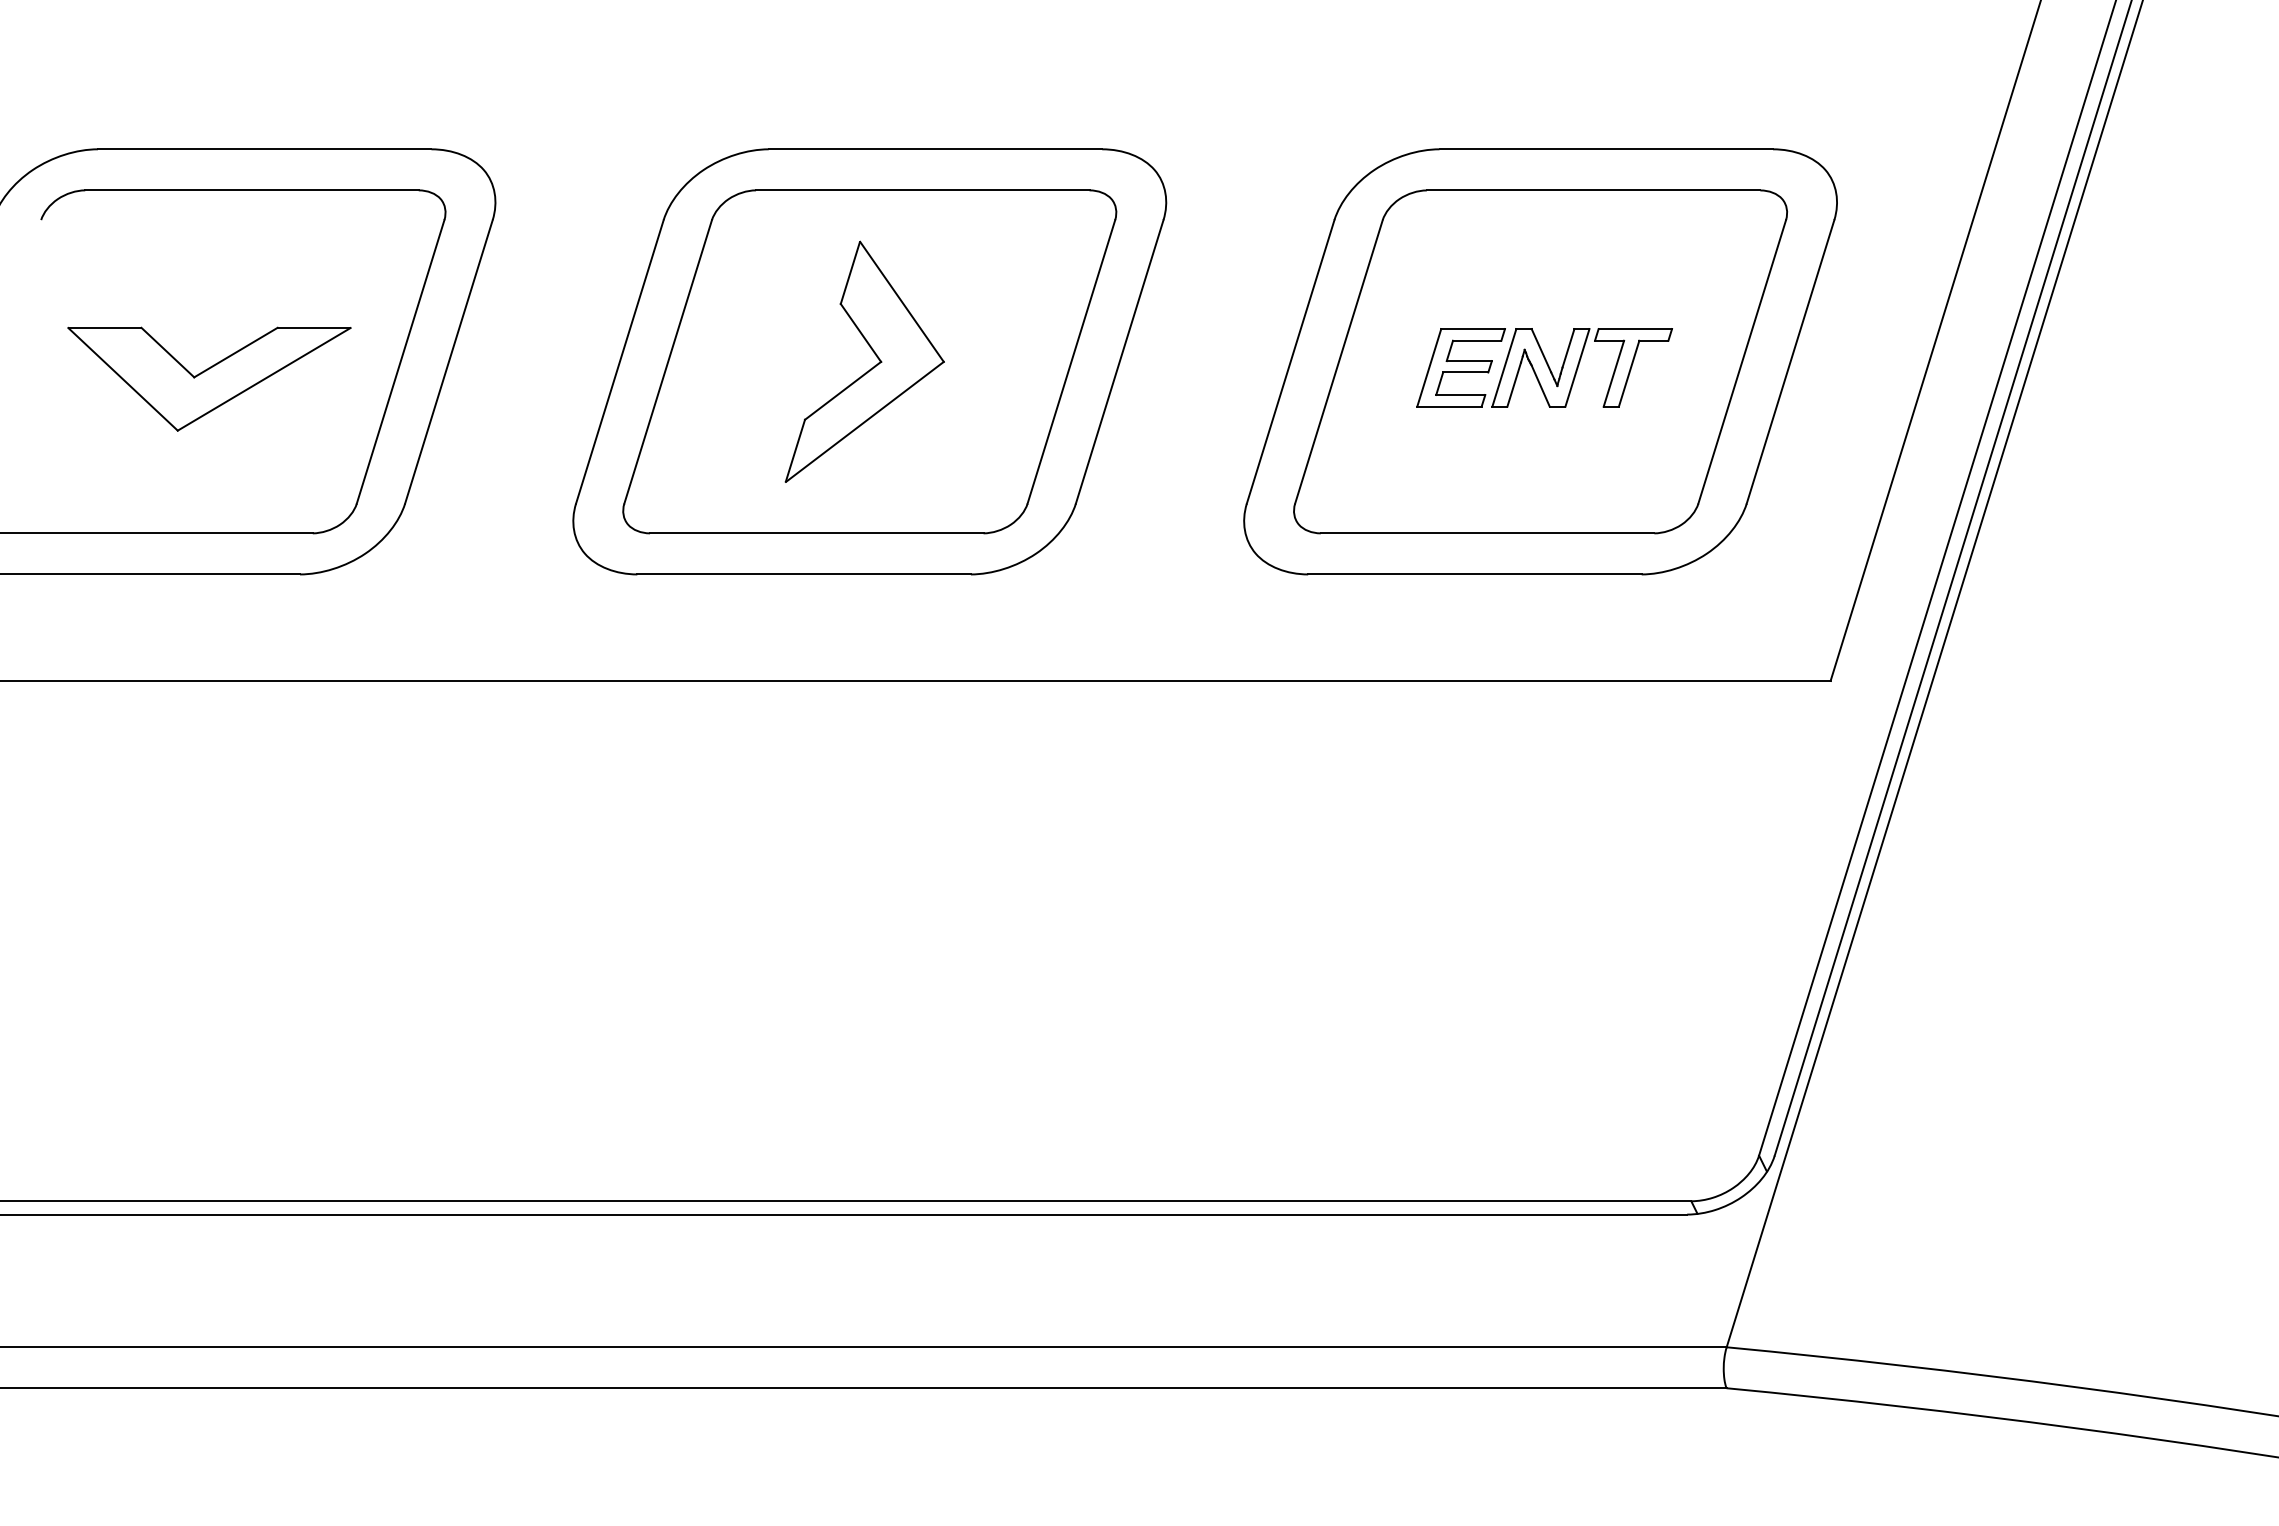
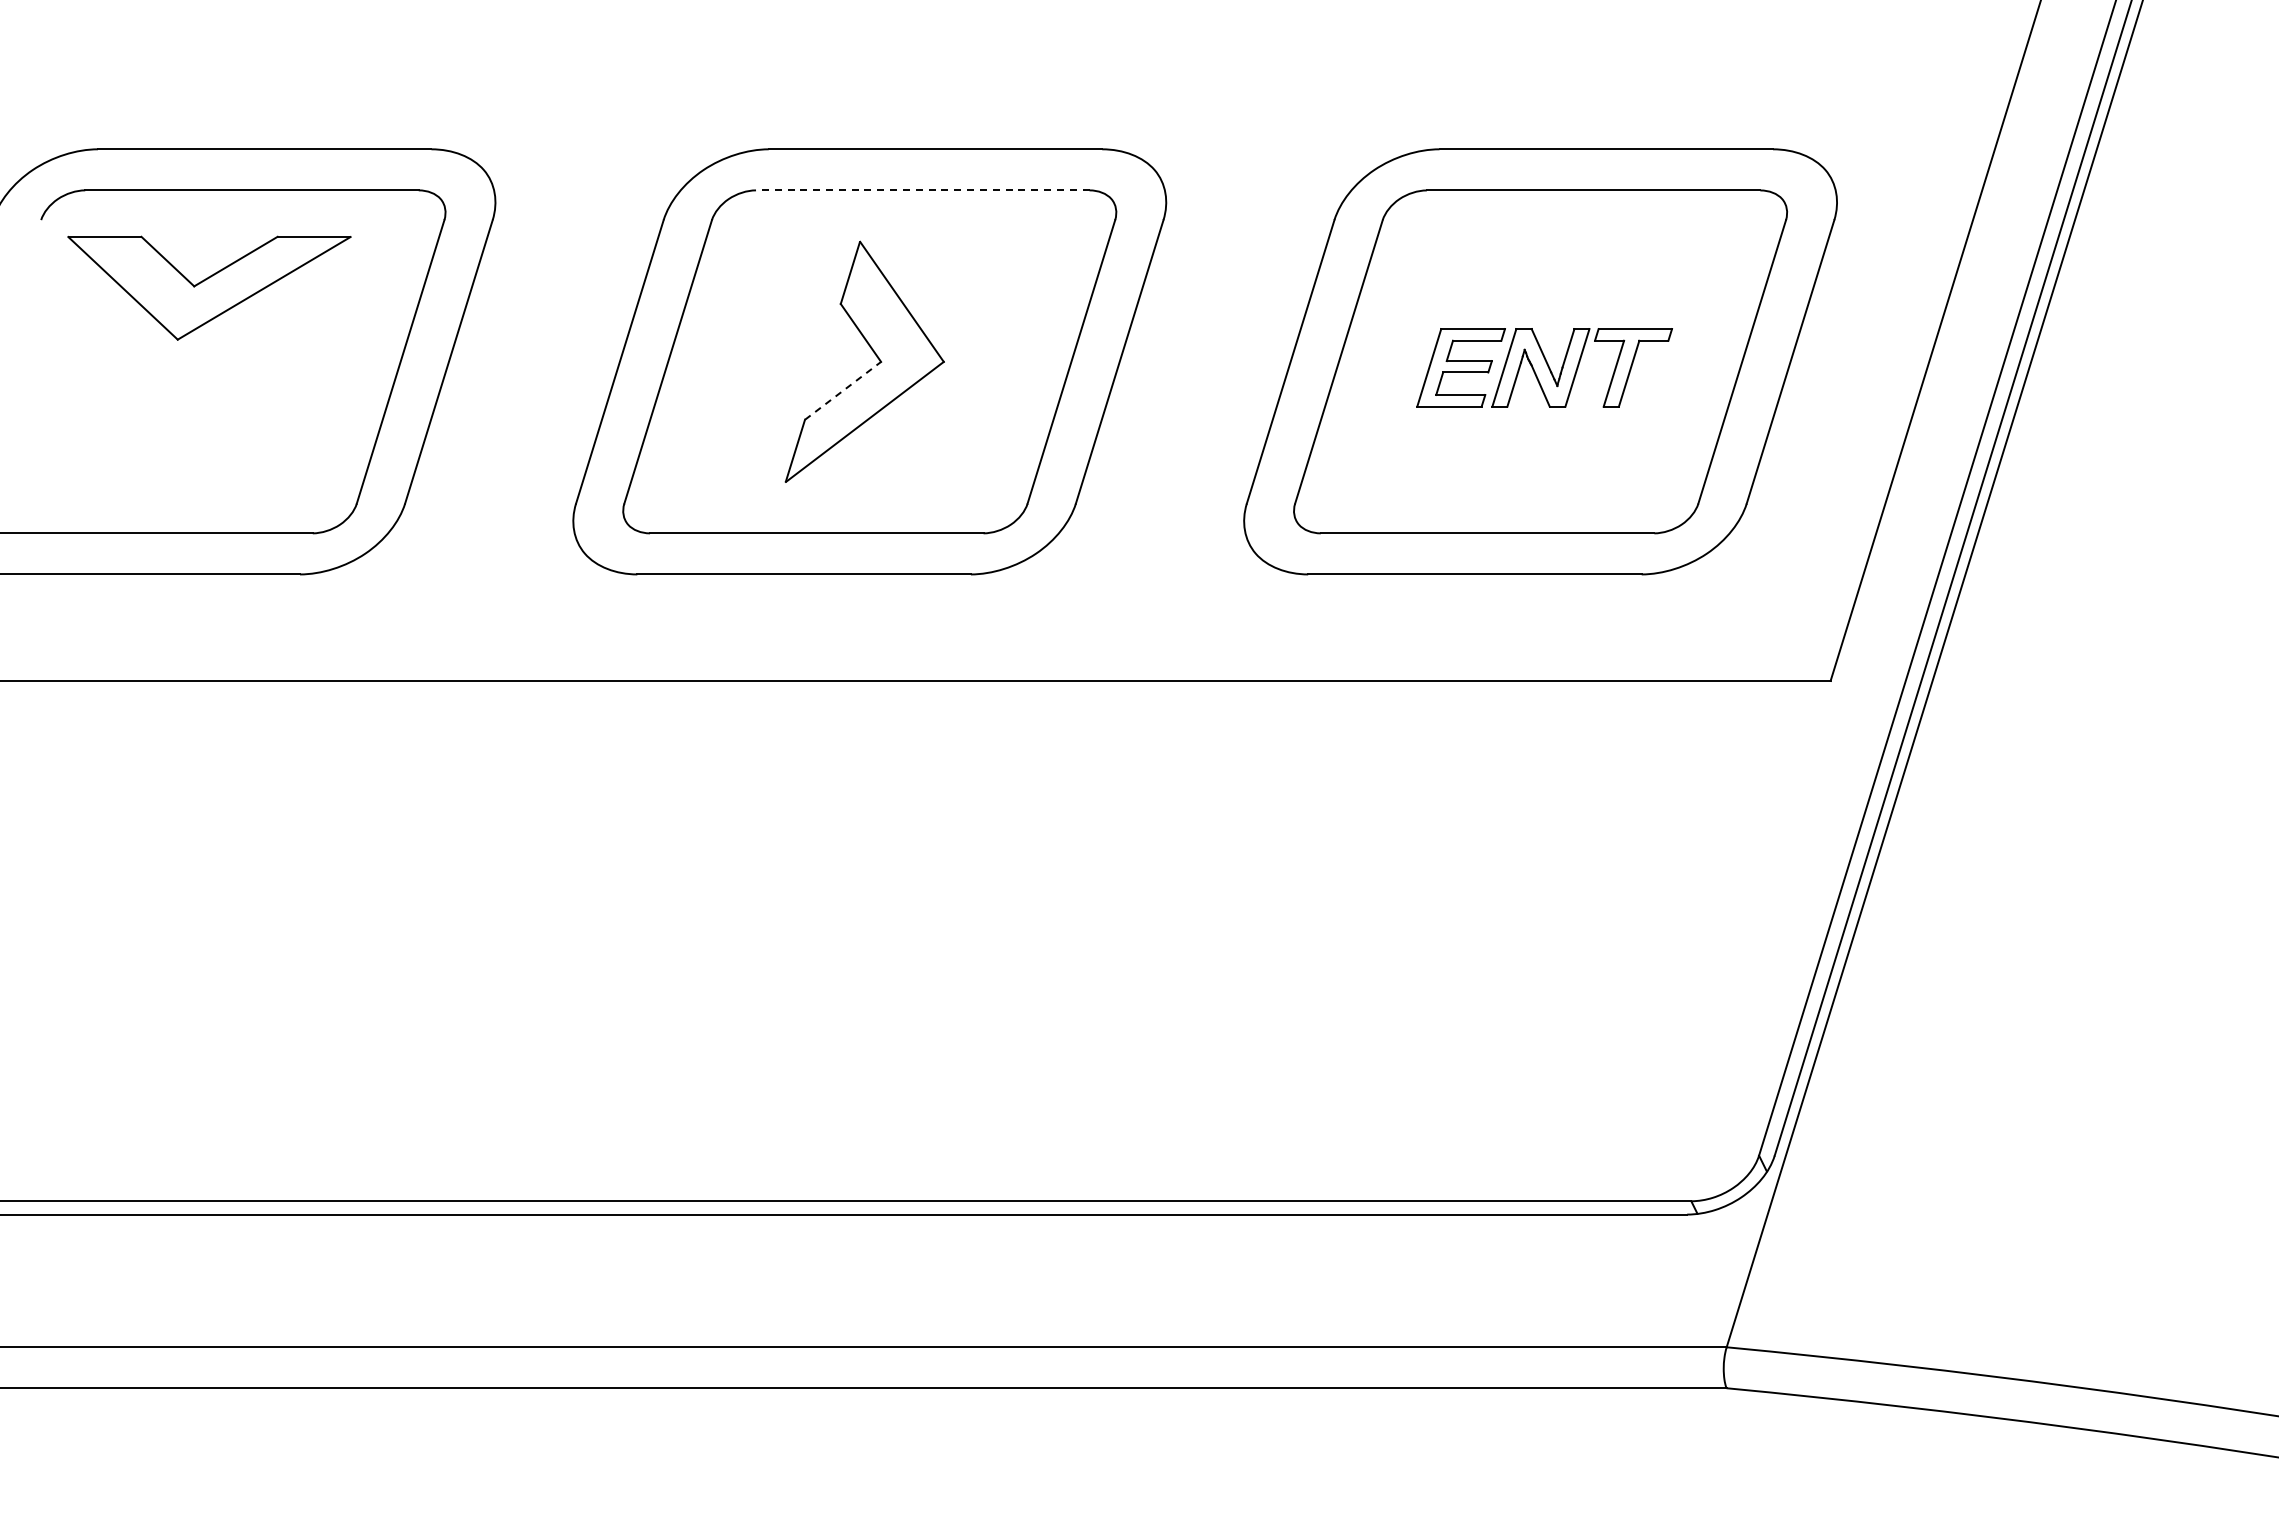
line at (922, 190): solid -> dashed
part at (209, 378) position: (209, 378) -> (209, 287)
line at (843, 390): solid -> dashed
